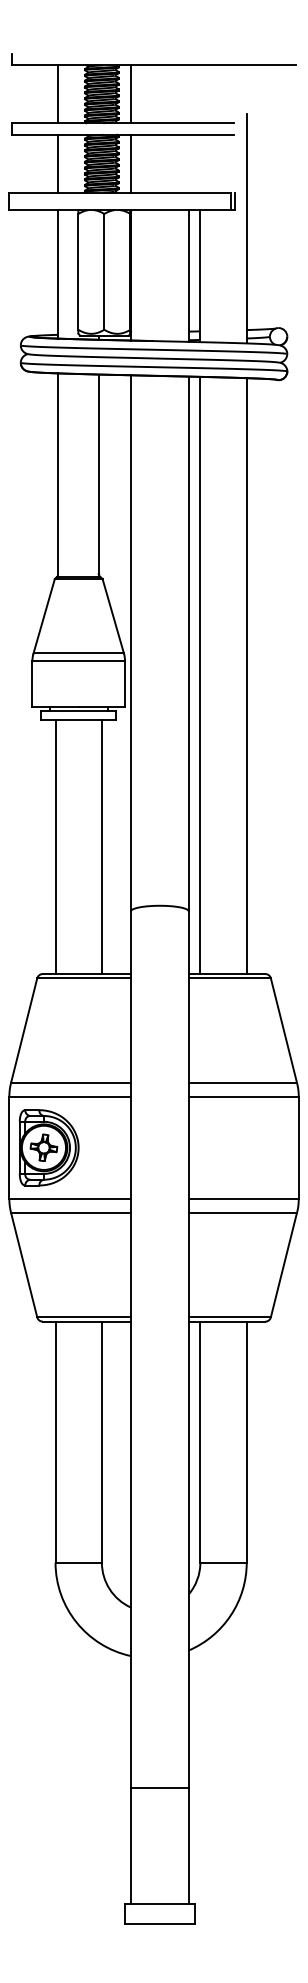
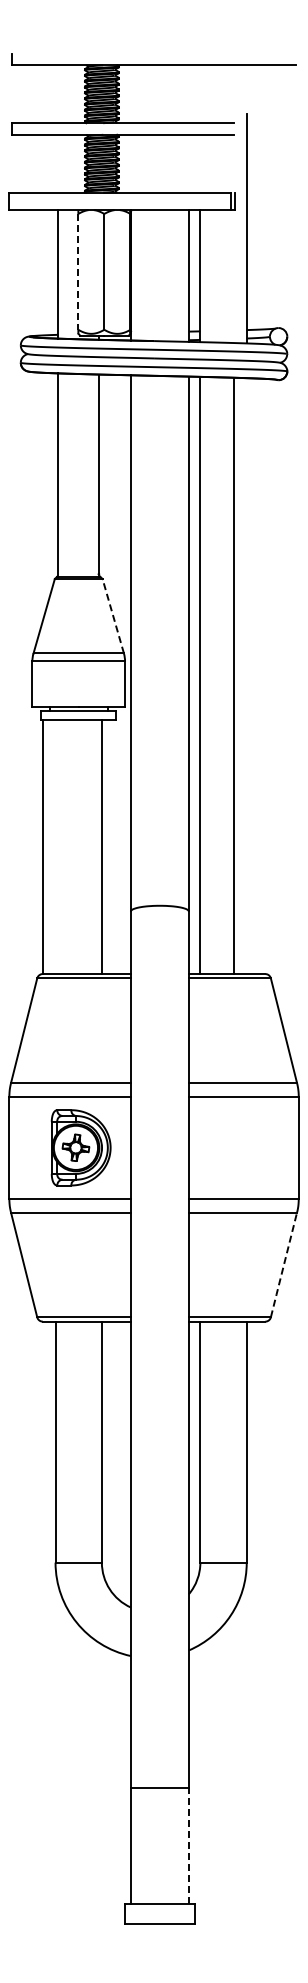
line at (58, 94): present -> none
line at (130, 94): present -> none
line at (58, 163): present -> none
line at (130, 163): present -> none
line at (78, 271): solid -> dashed
line at (113, 616): solid -> dashed
line at (246, 676) position: (246, 676) -> (233, 676)
line at (55, 847) position: (55, 847) -> (42, 847)
part at (48, 1147) position: (48, 1147) -> (80, 1147)
line at (283, 1265): solid -> dashed
line at (188, 1846): solid -> dashed
